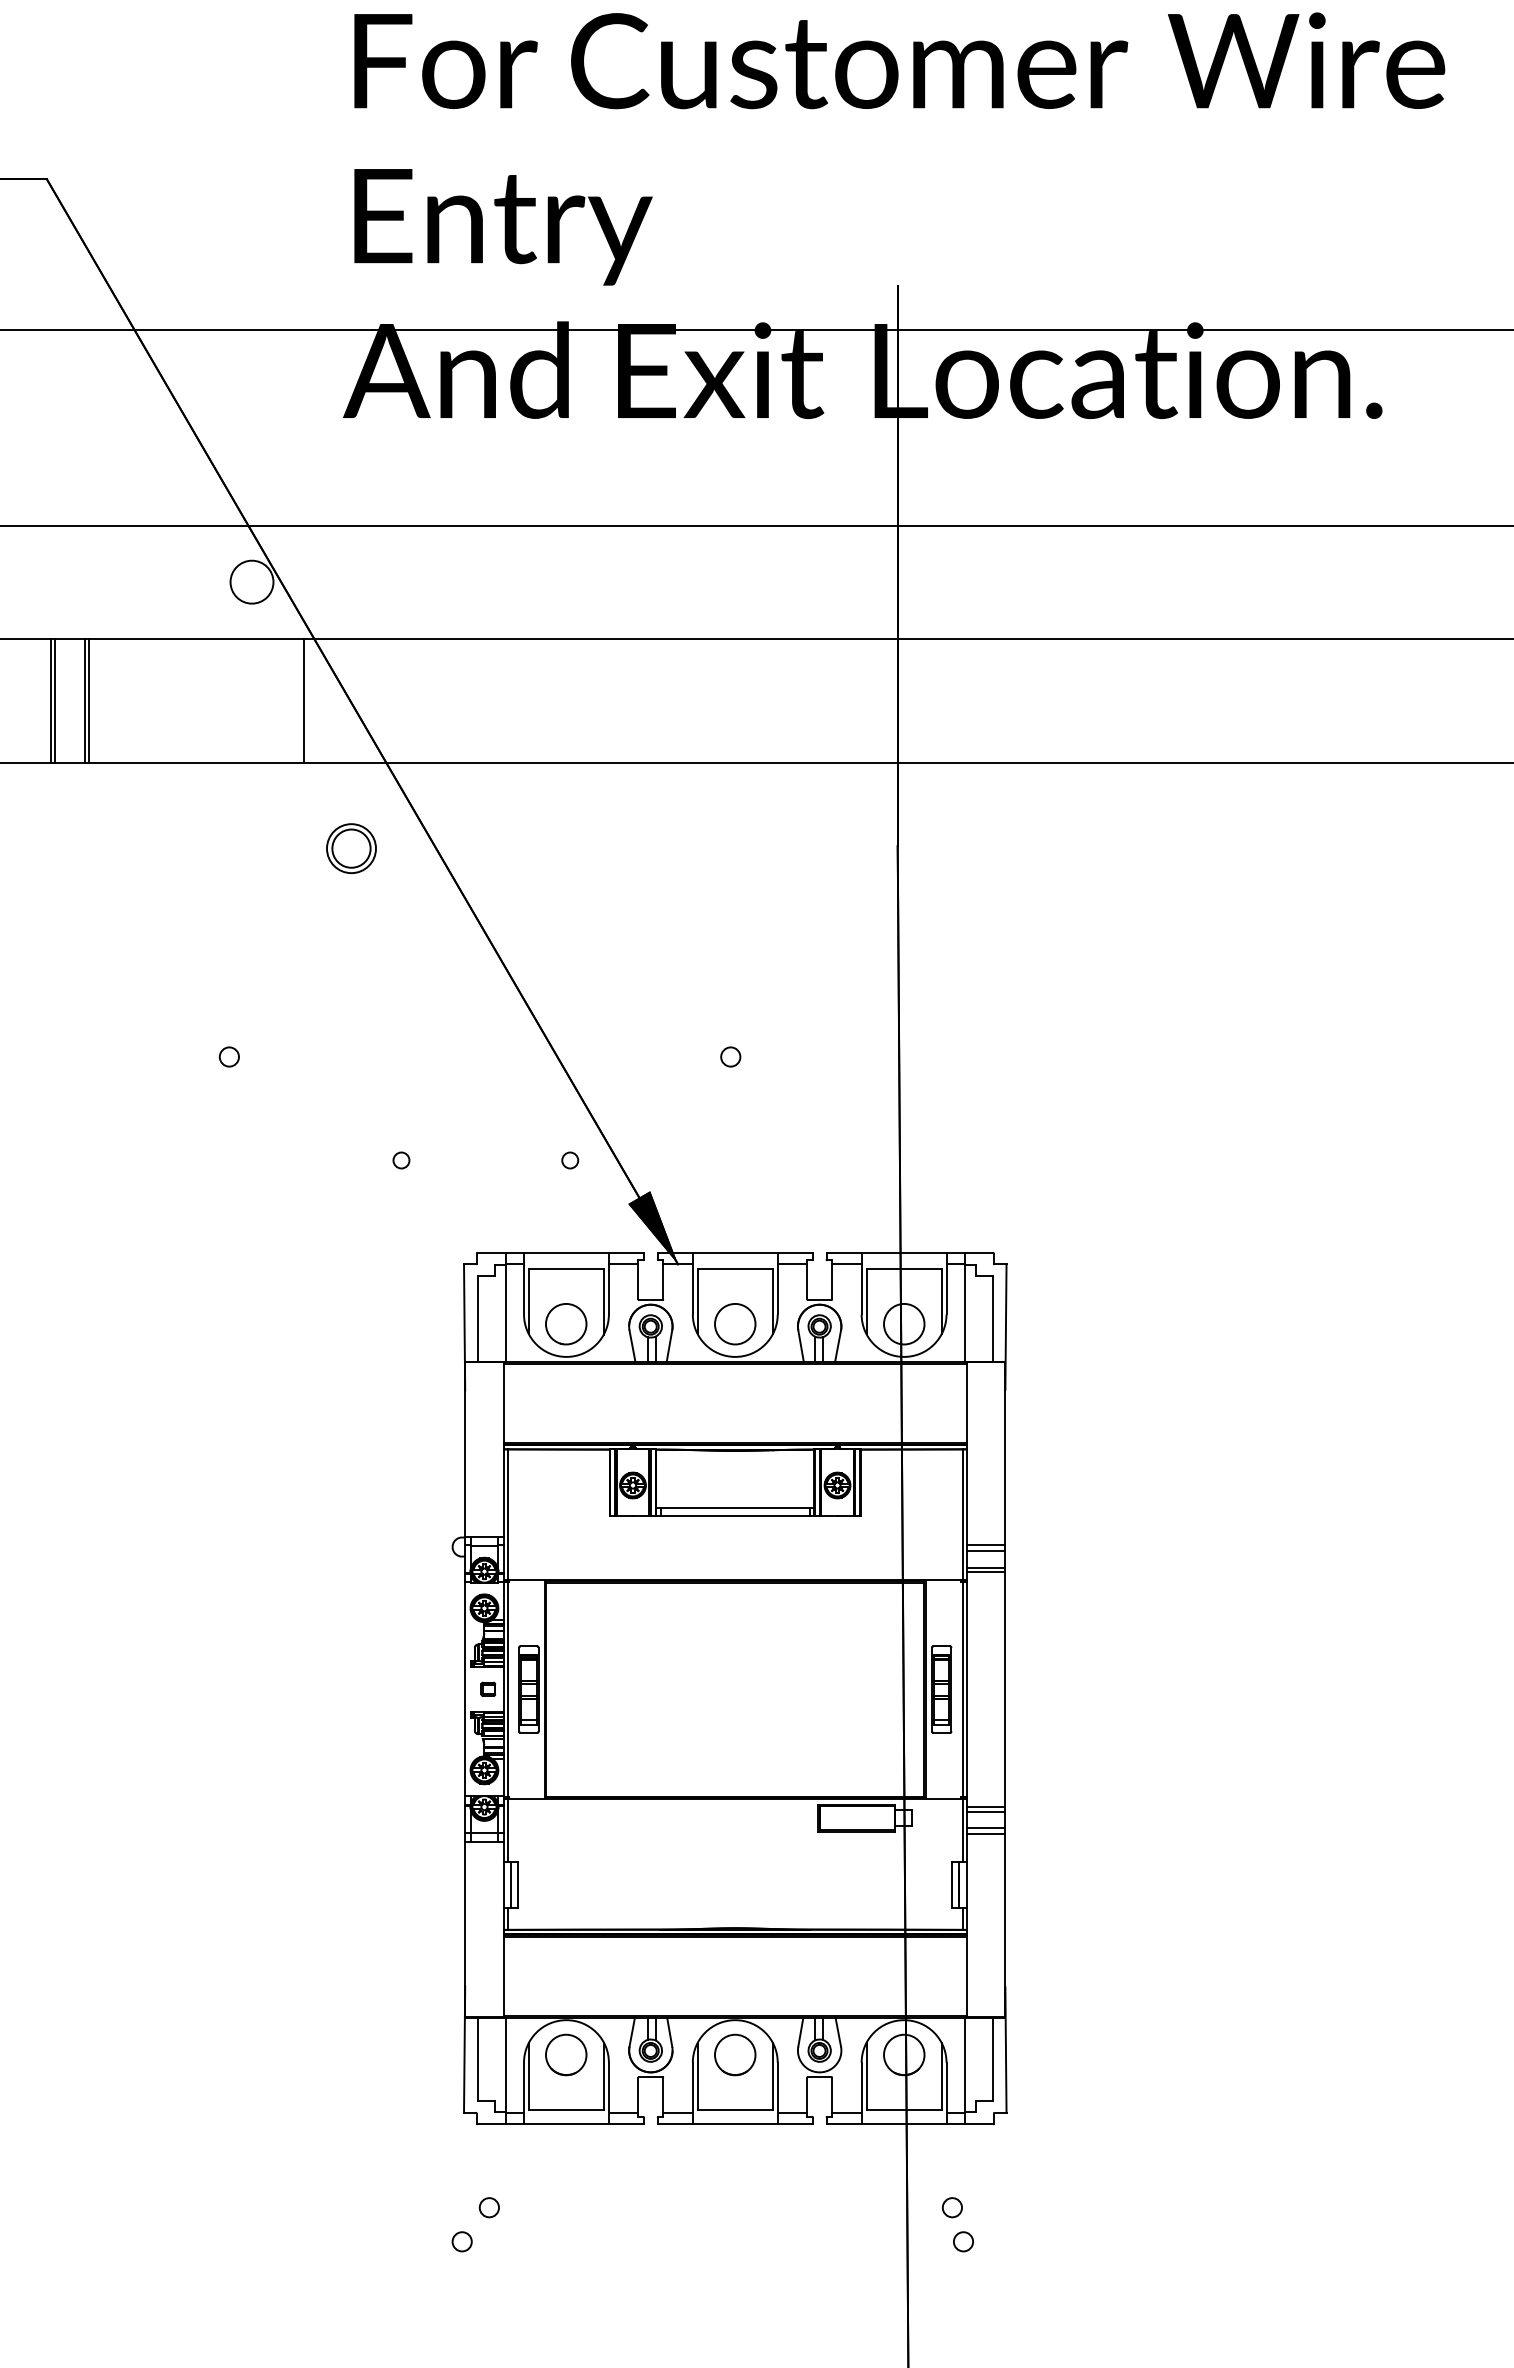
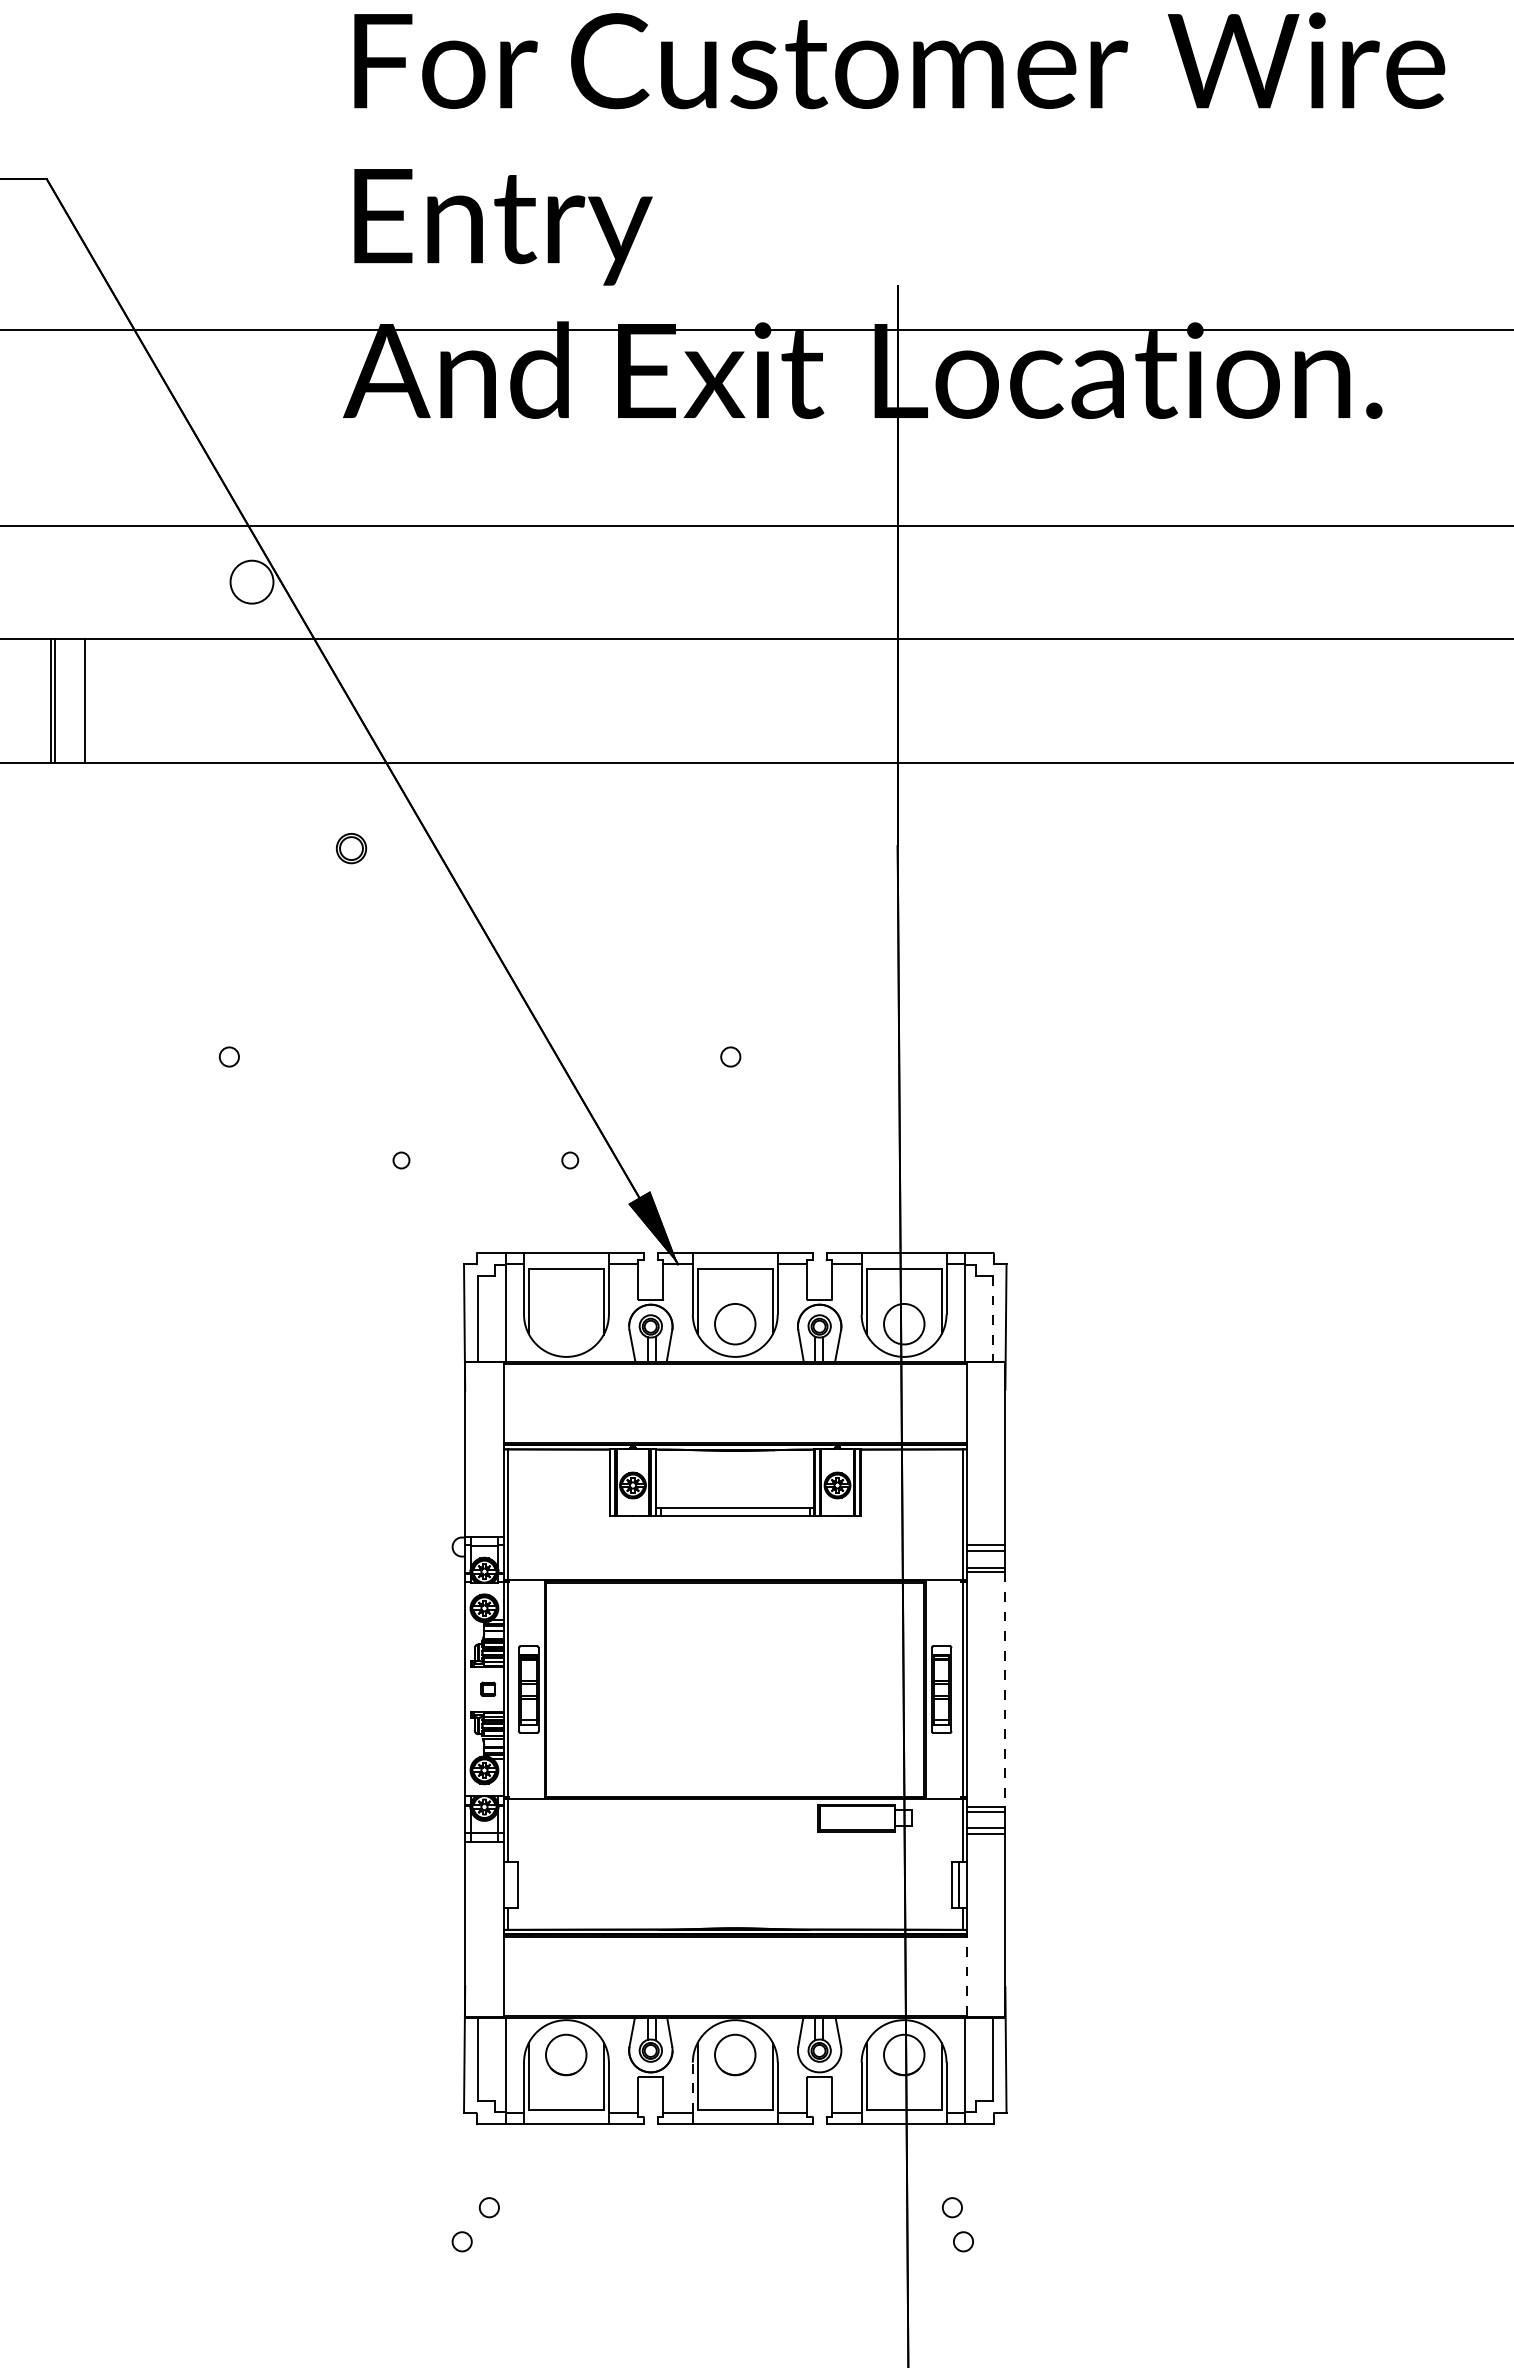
line at (88, 700): present -> none
line at (303, 700): present -> none
part at (351, 848) size: 51x51 px -> 33x32 px
line at (992, 1318): solid -> dashed
circle at (566, 1324): present -> none
line at (1005, 1690): solid -> dashed
line at (510, 1884): present -> none
line at (966, 1976): solid -> dashed
line at (692, 2087): solid -> dashed
